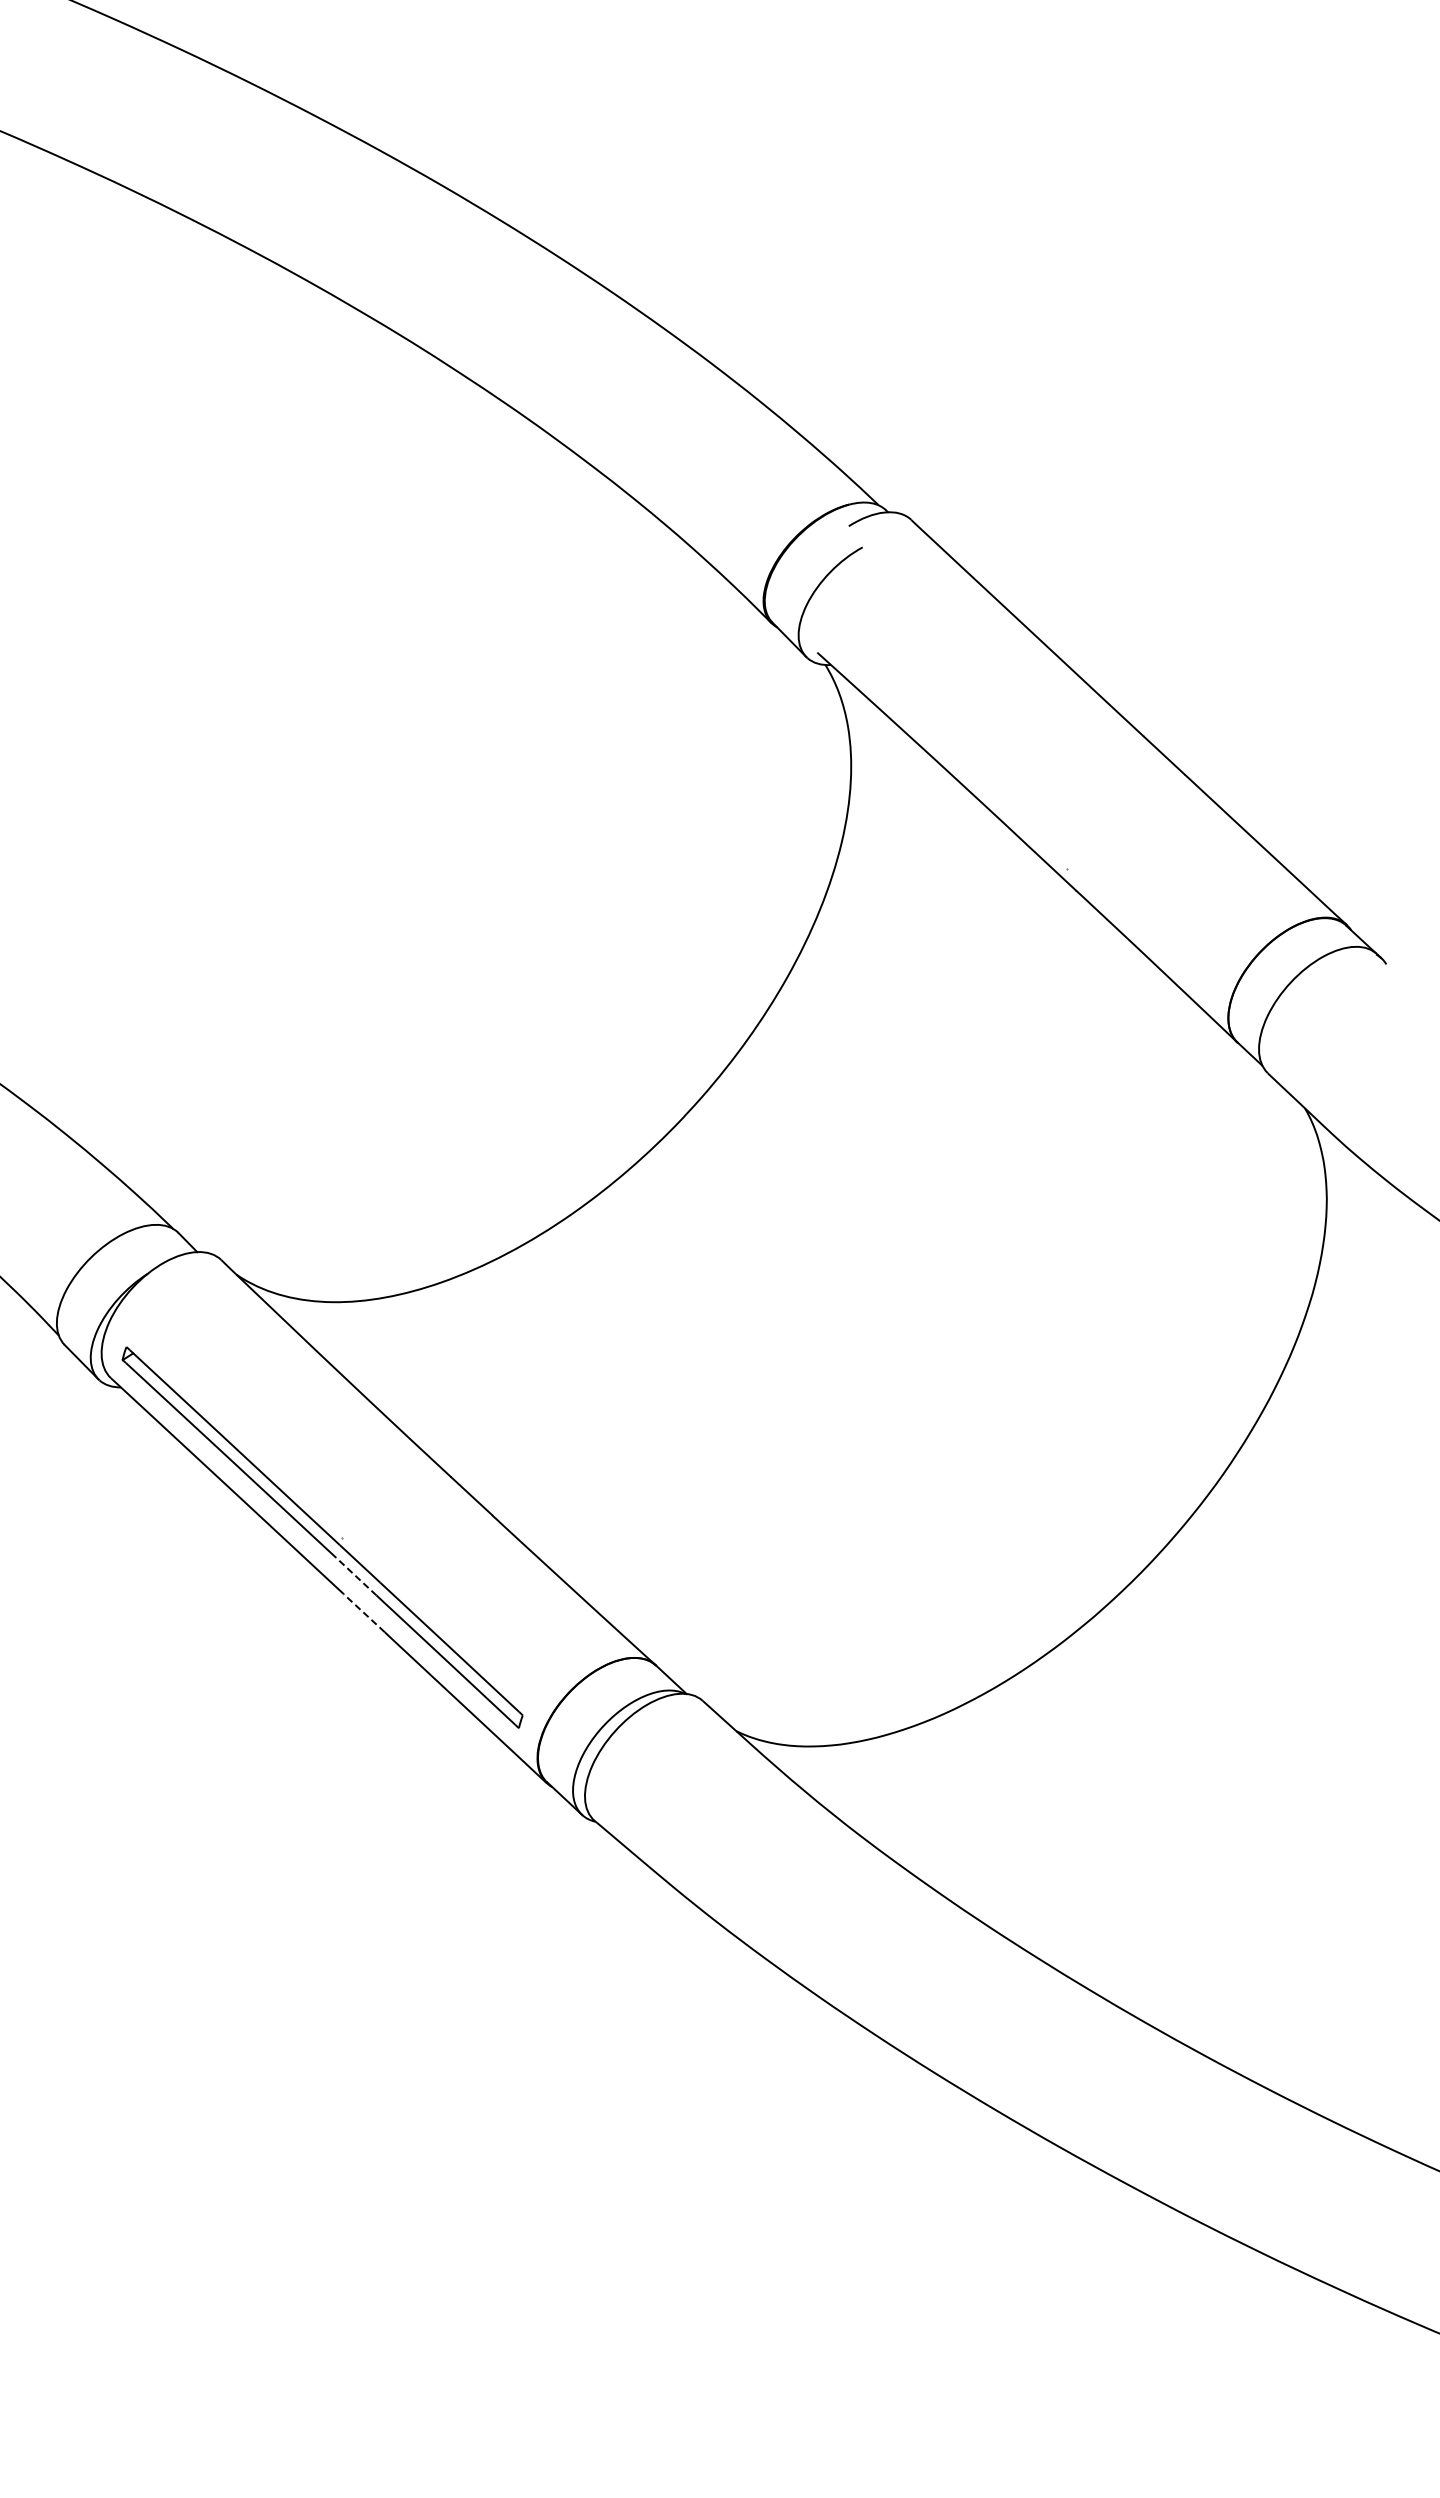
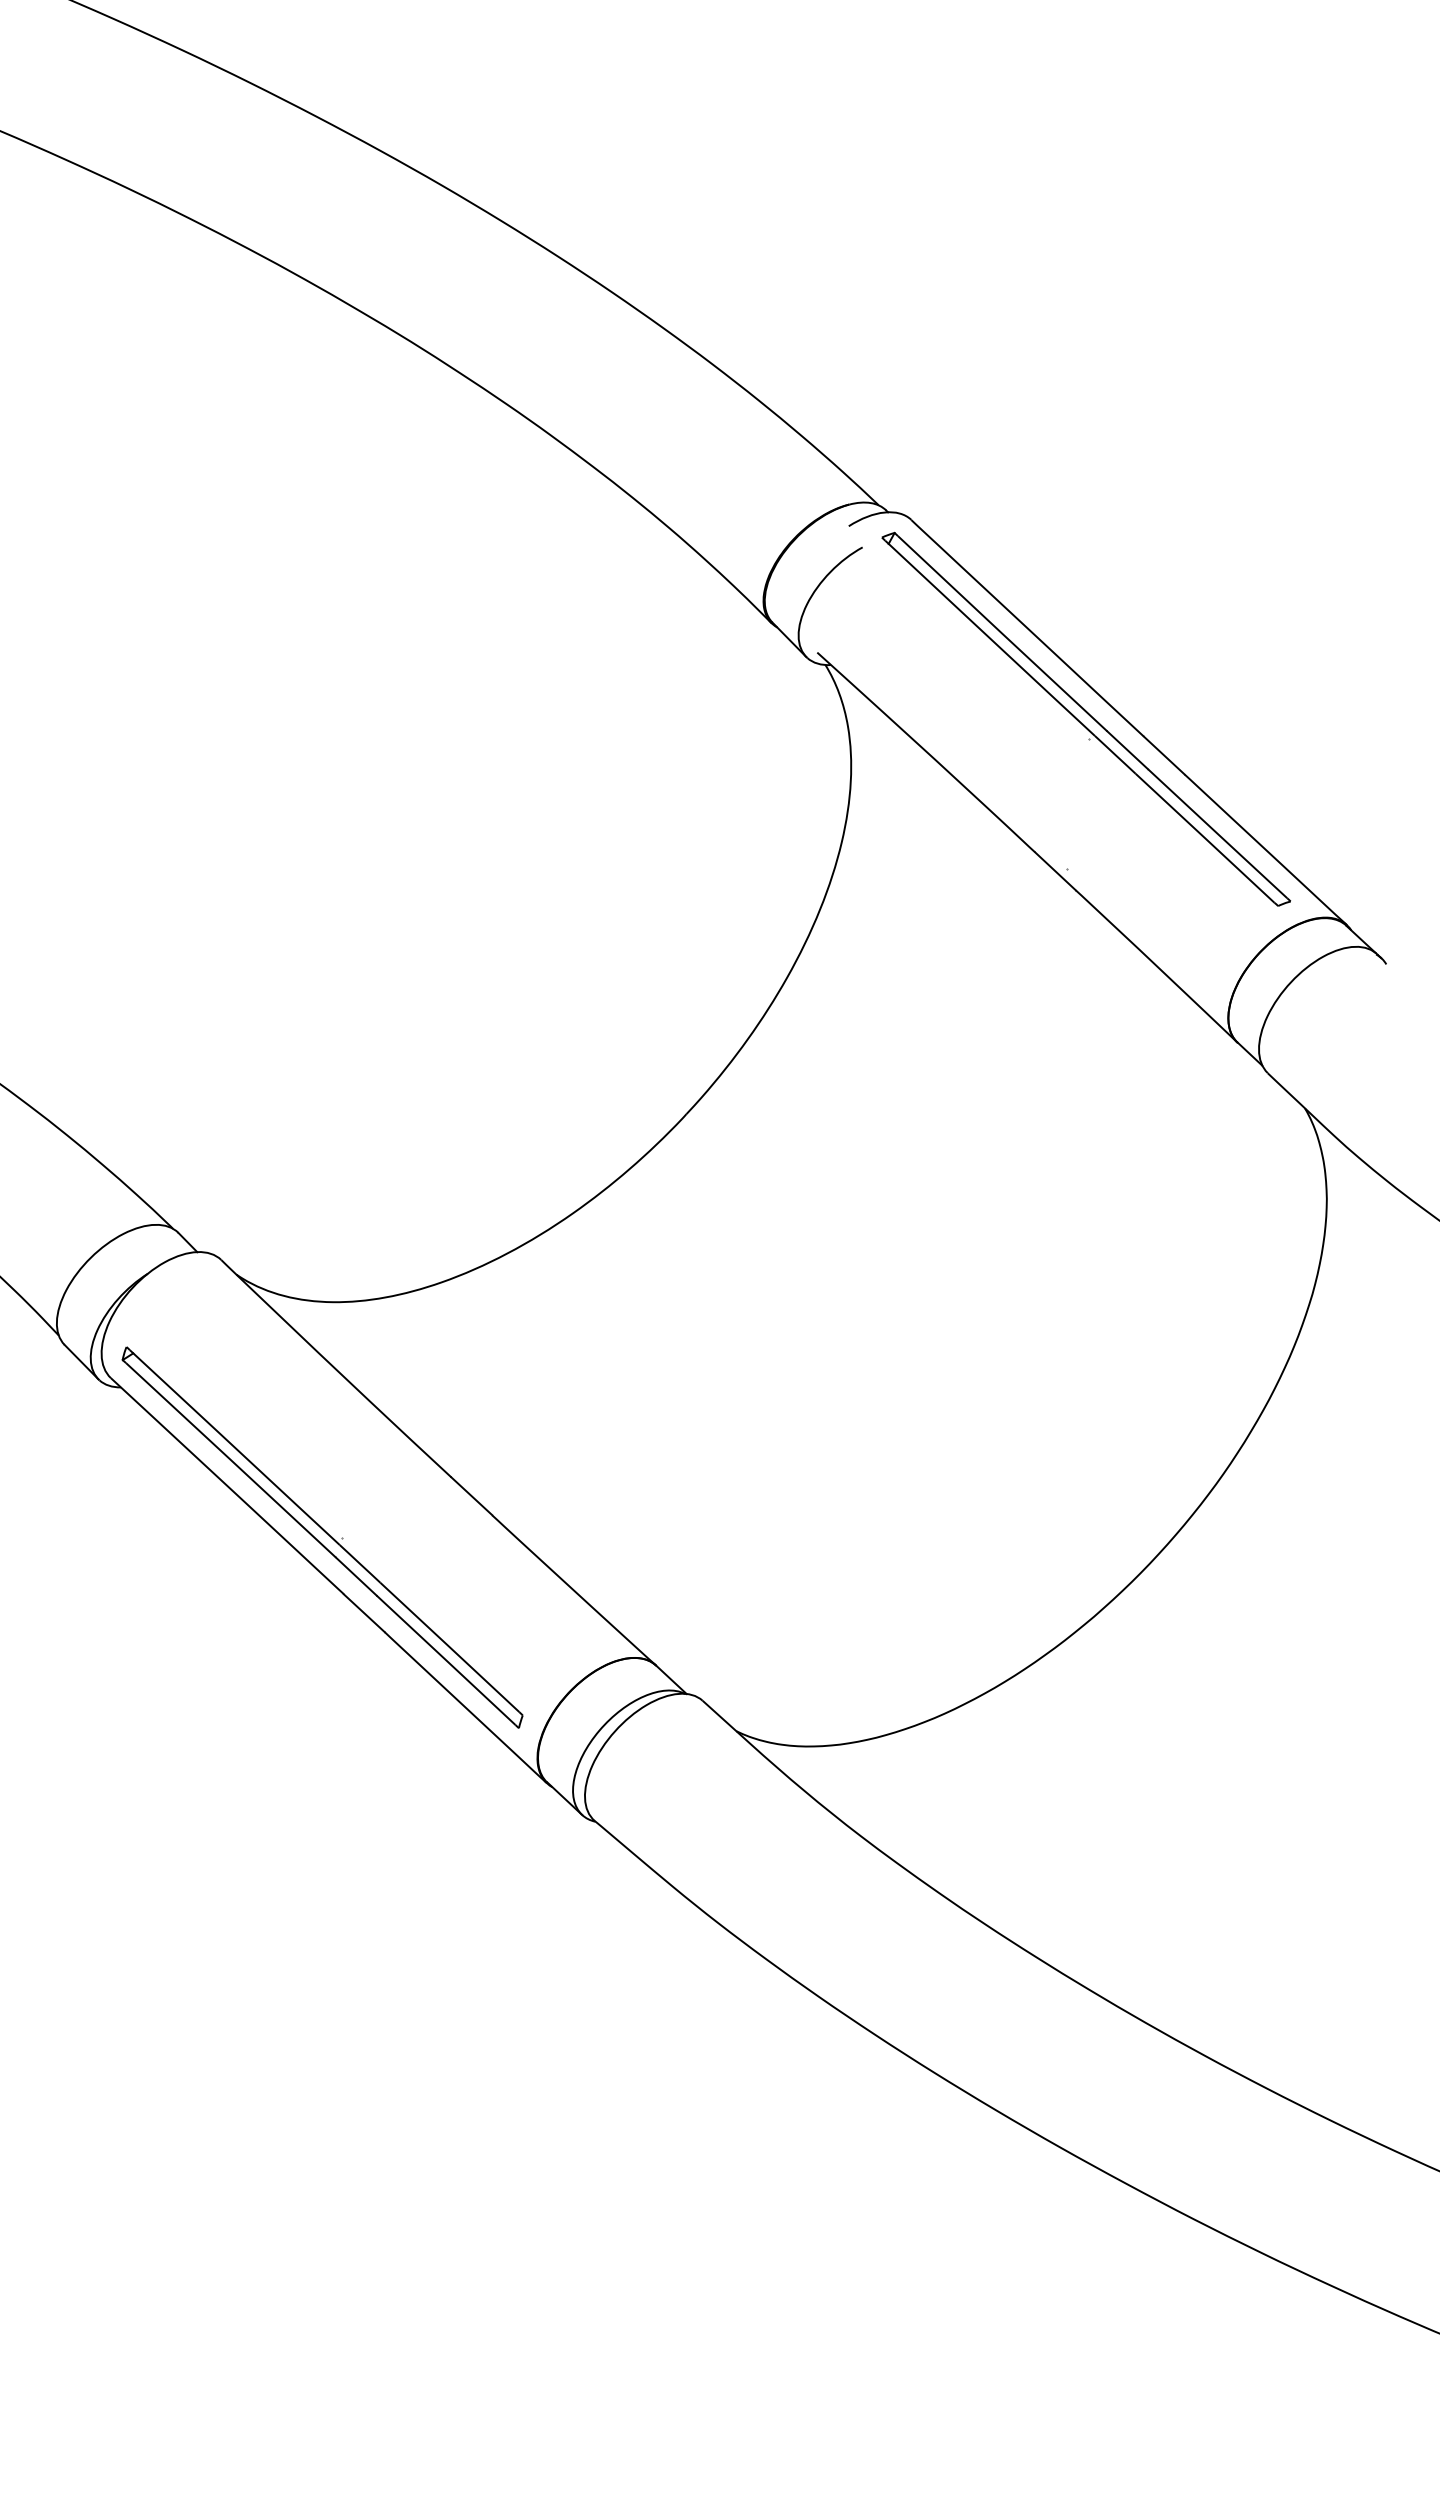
part at (1086, 718): none -> present
line at (356, 1576): dashed -> solid
line at (364, 1613): dashed -> solid
